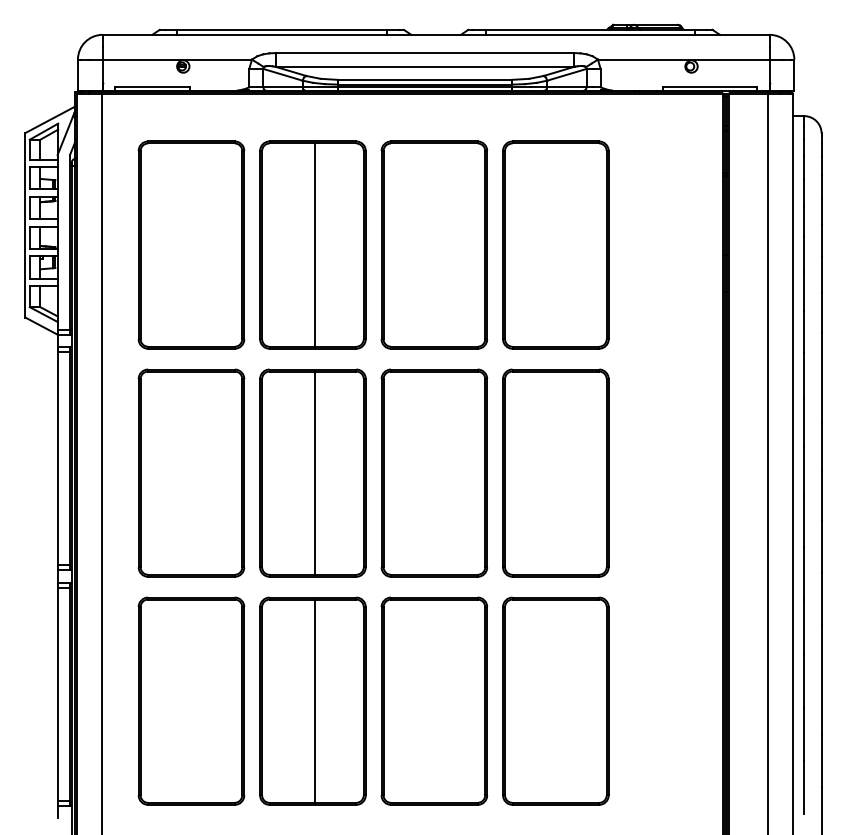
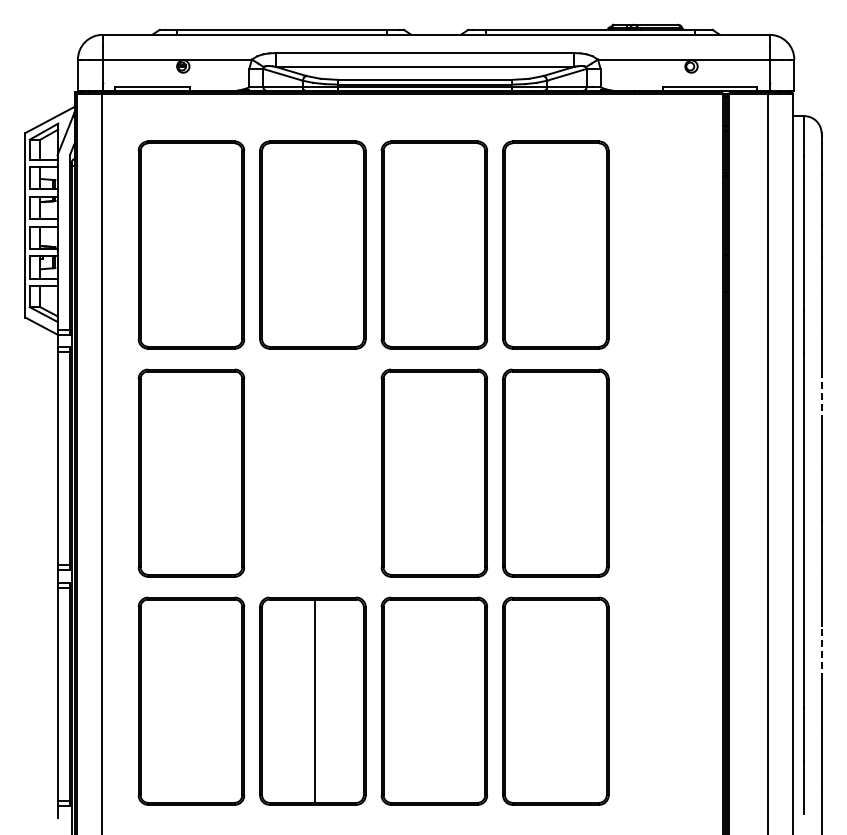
line at (315, 244): present -> none
line at (821, 398): solid -> dashed
part at (312, 472): present -> none
line at (821, 653): solid -> dashed
